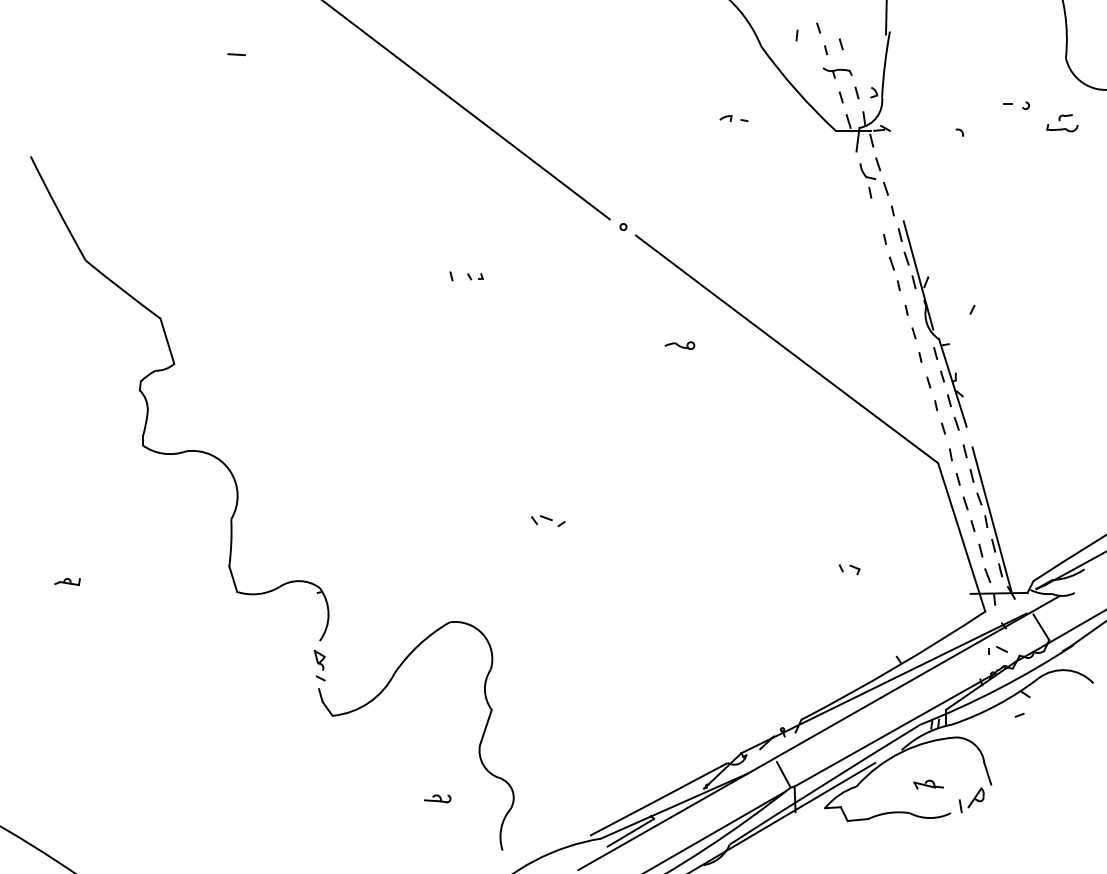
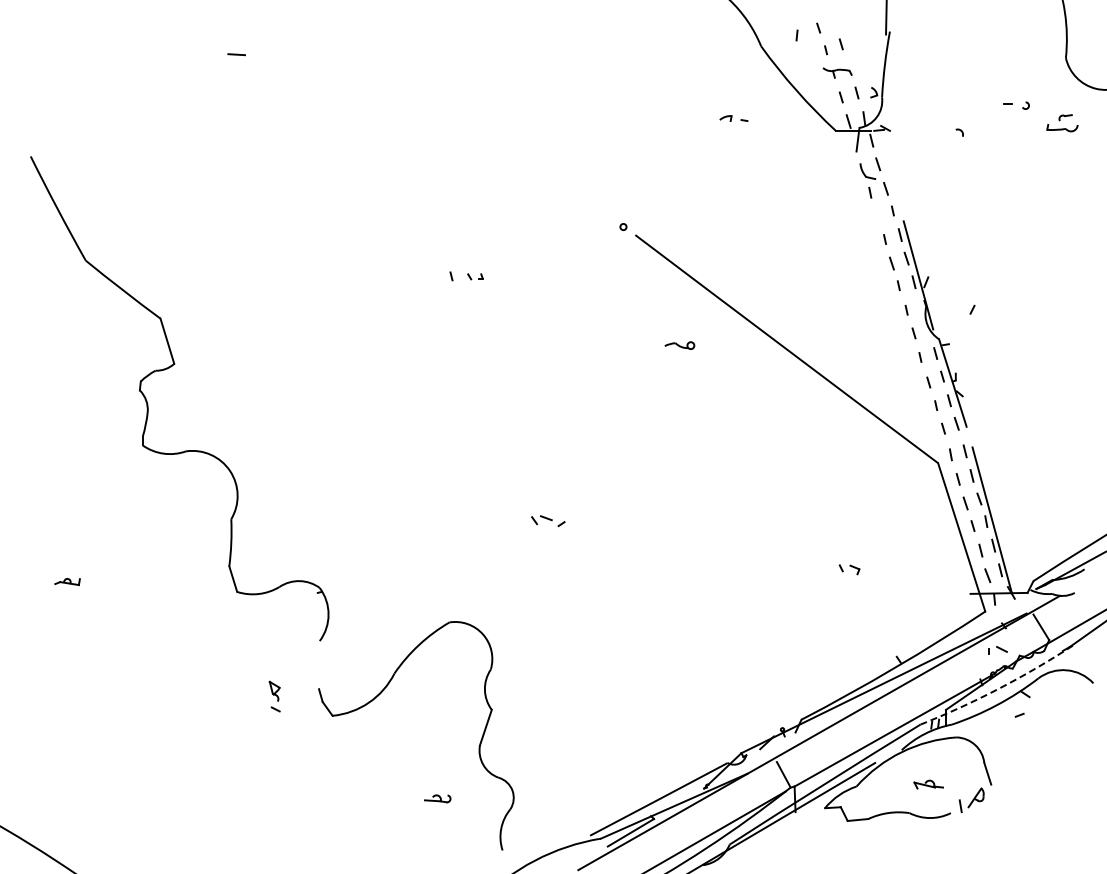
line at (466, 110): present -> none
part at (319, 665) position: (319, 665) -> (274, 696)
arc at (999, 688): solid -> dashed
